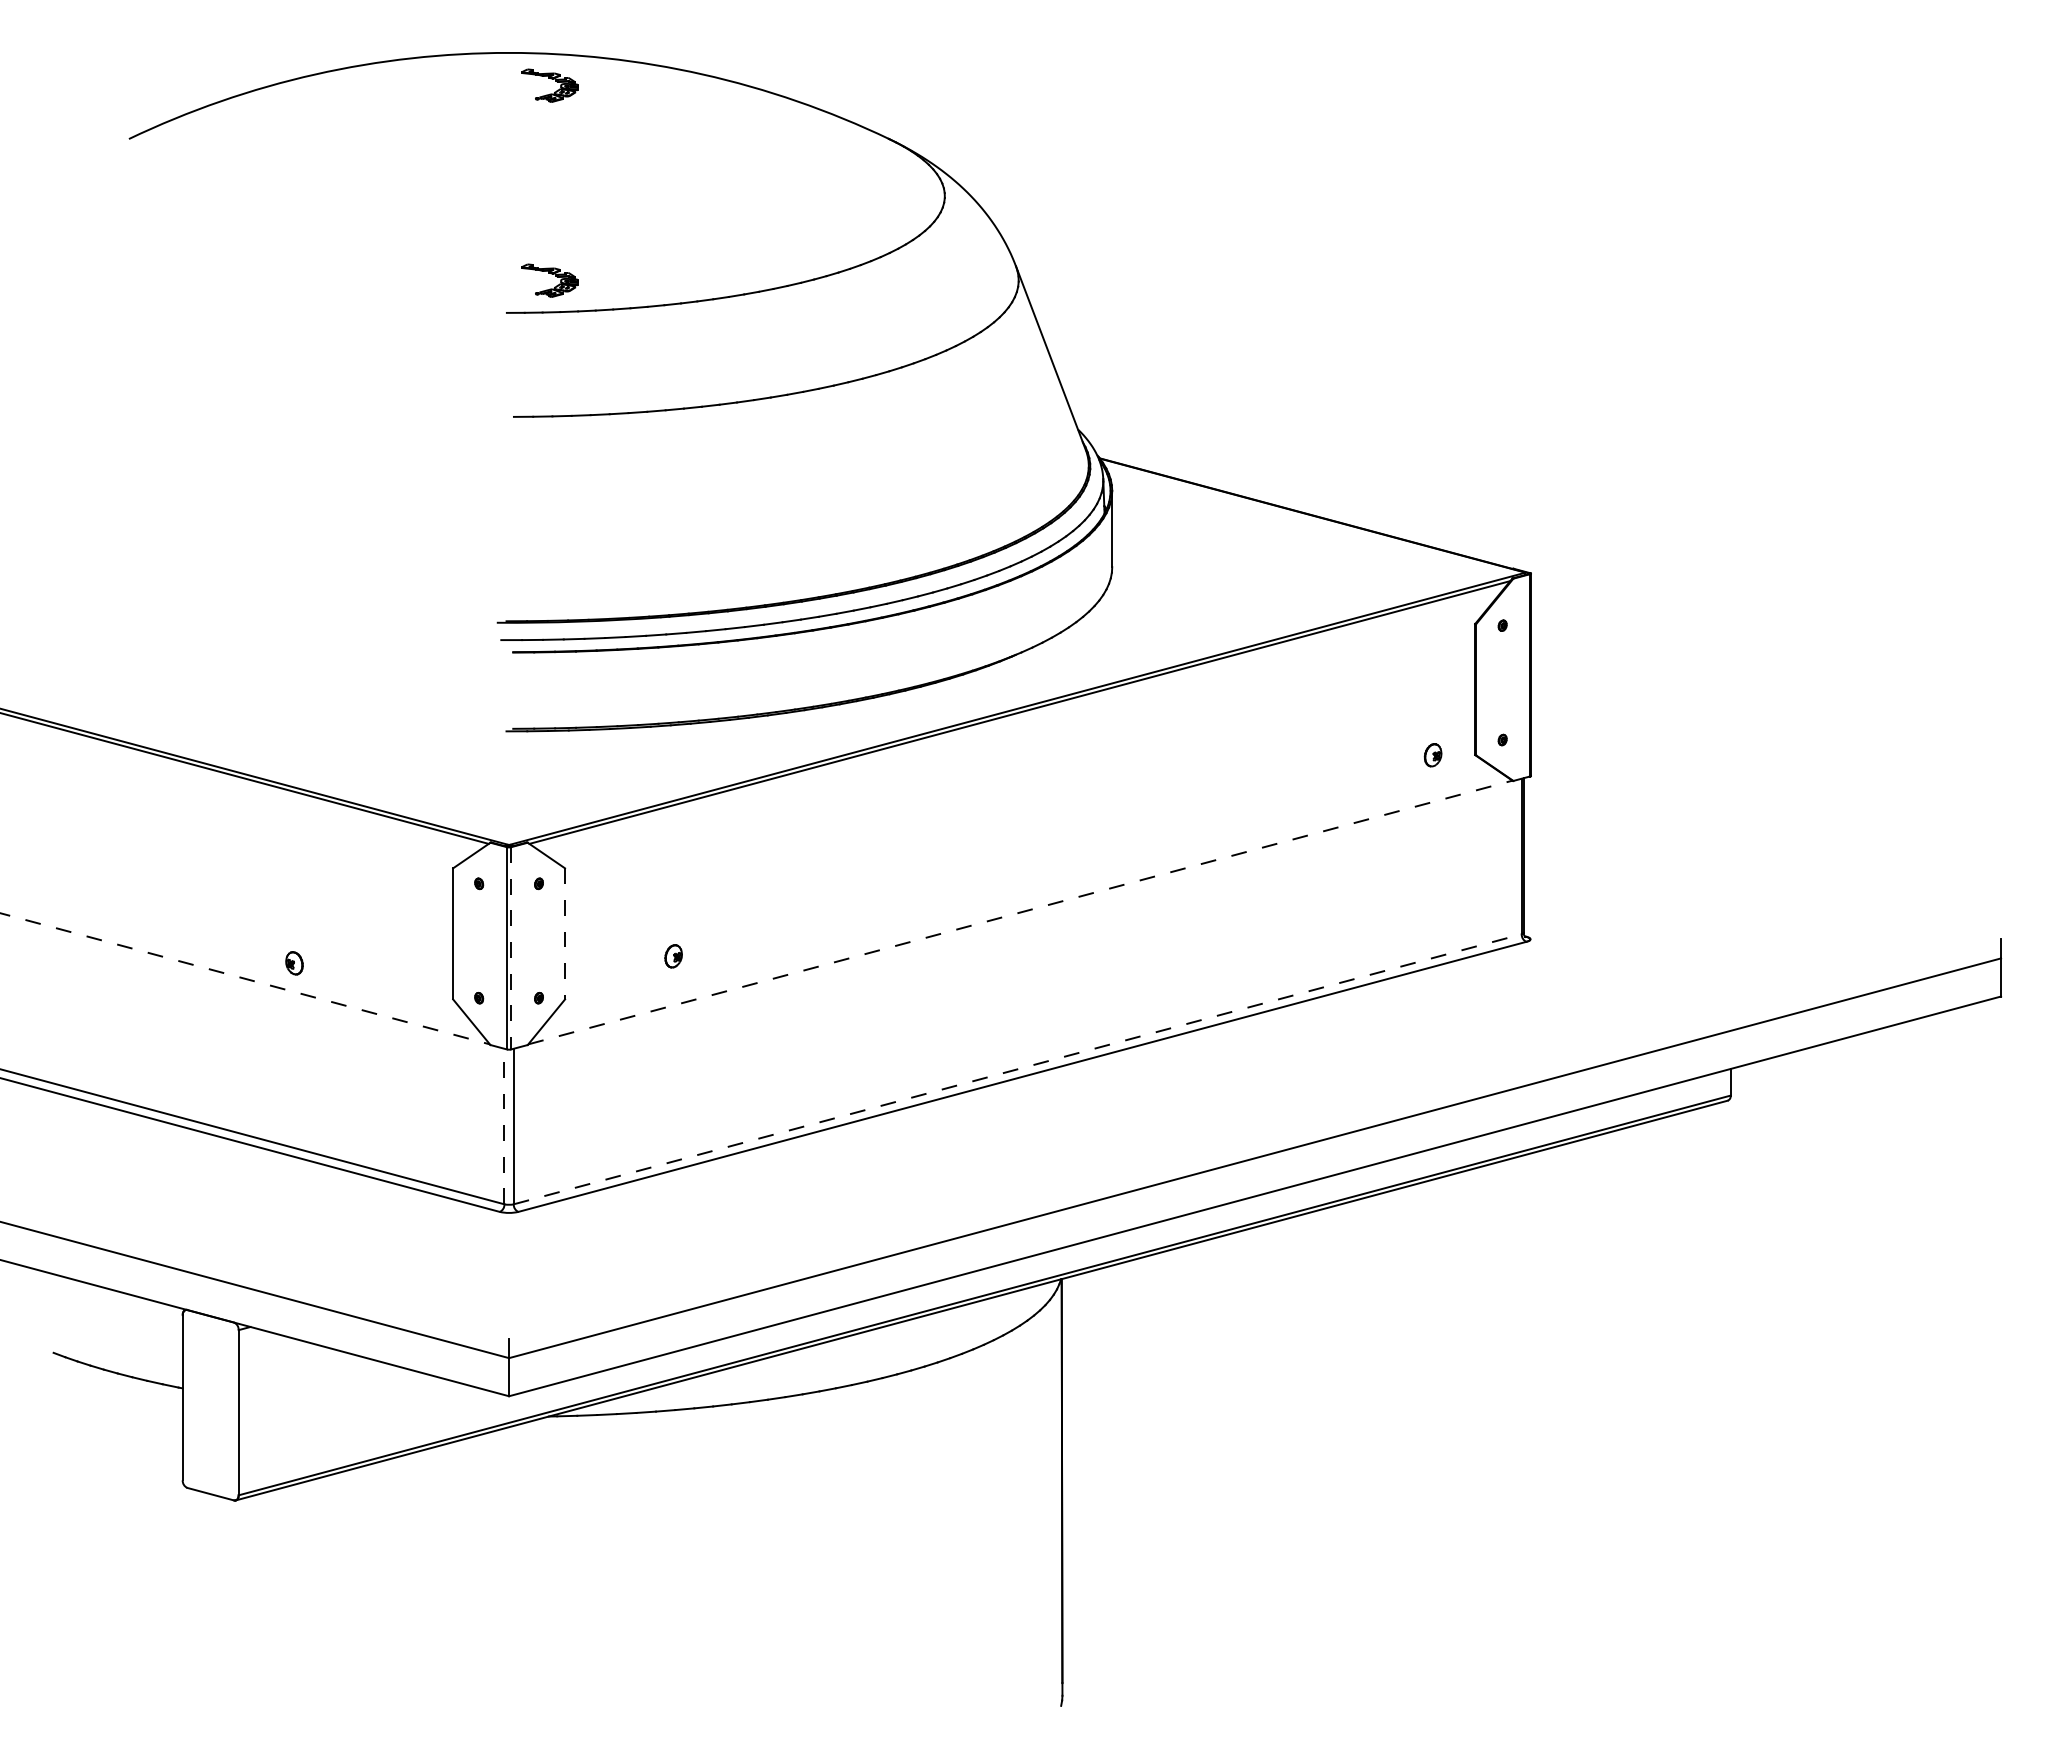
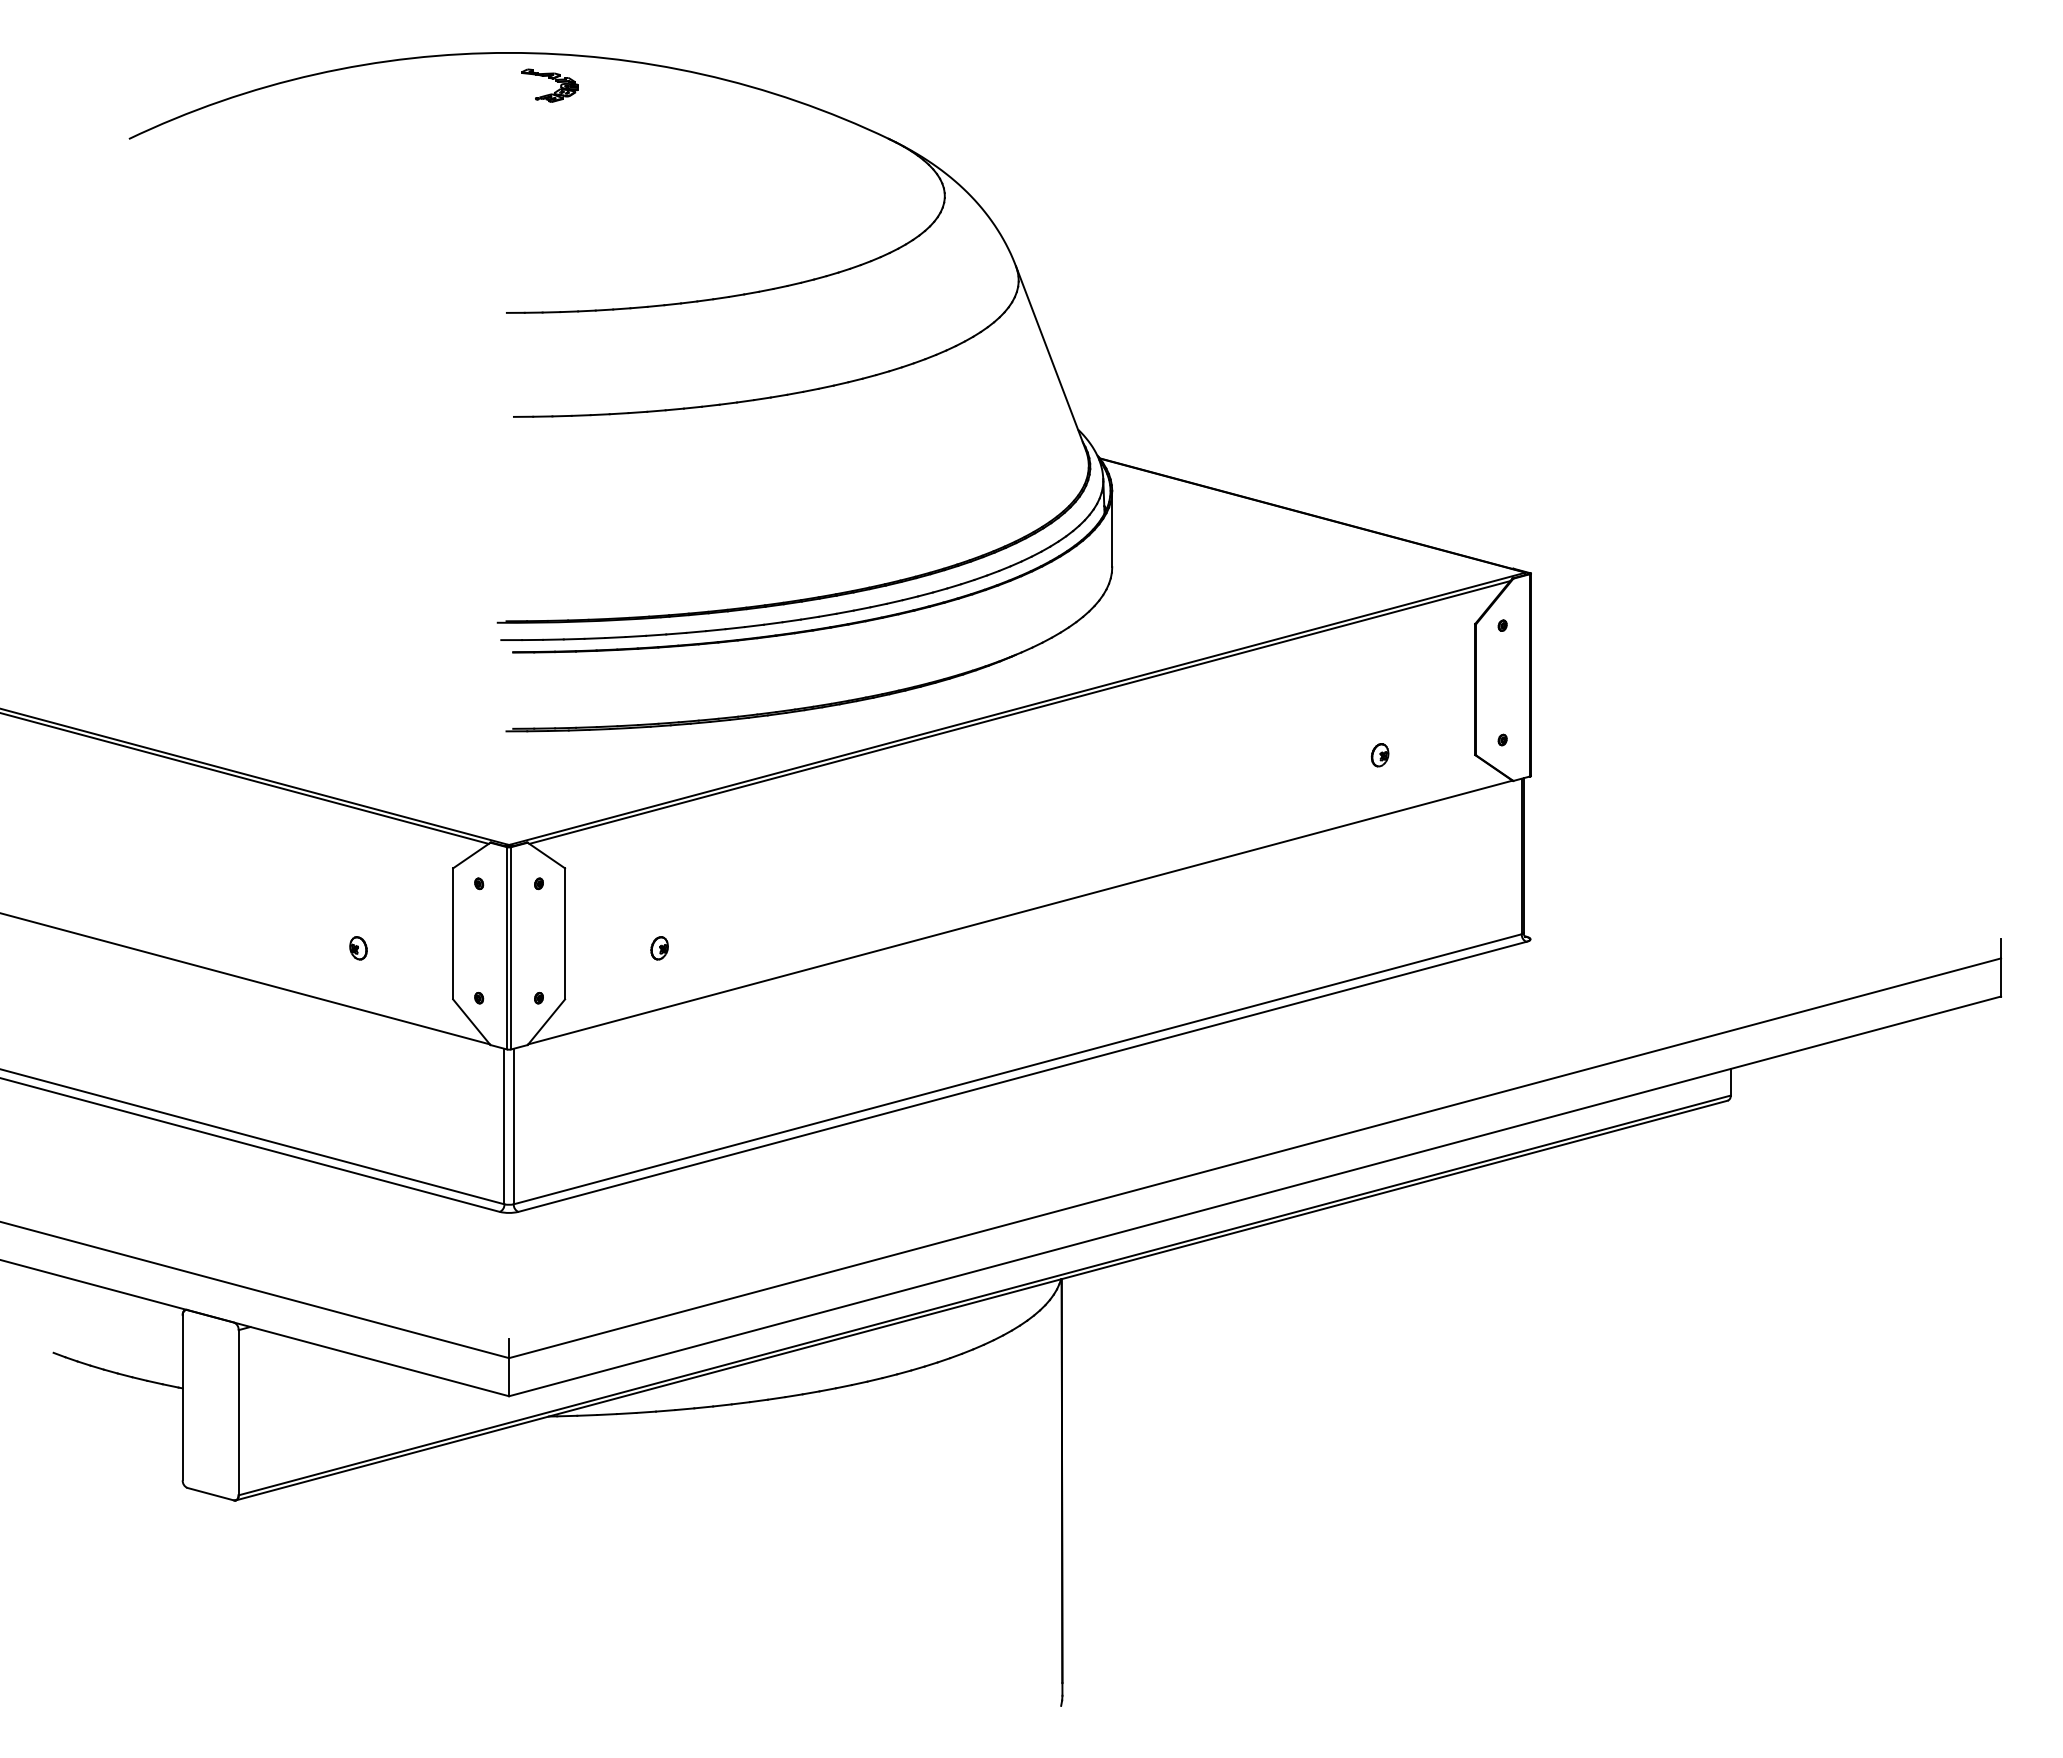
part at (551, 274): present -> none
part at (1432, 755) position: (1432, 755) -> (1379, 755)
line at (1020, 912): dashed -> solid
line at (565, 933): dashed -> solid
line at (511, 948): dashed -> solid
part at (673, 956) position: (673, 956) -> (659, 948)
part at (294, 963) position: (294, 963) -> (358, 948)
line at (245, 978): dashed -> solid
line at (1017, 1069): dashed -> solid
line at (504, 1126): dashed -> solid
